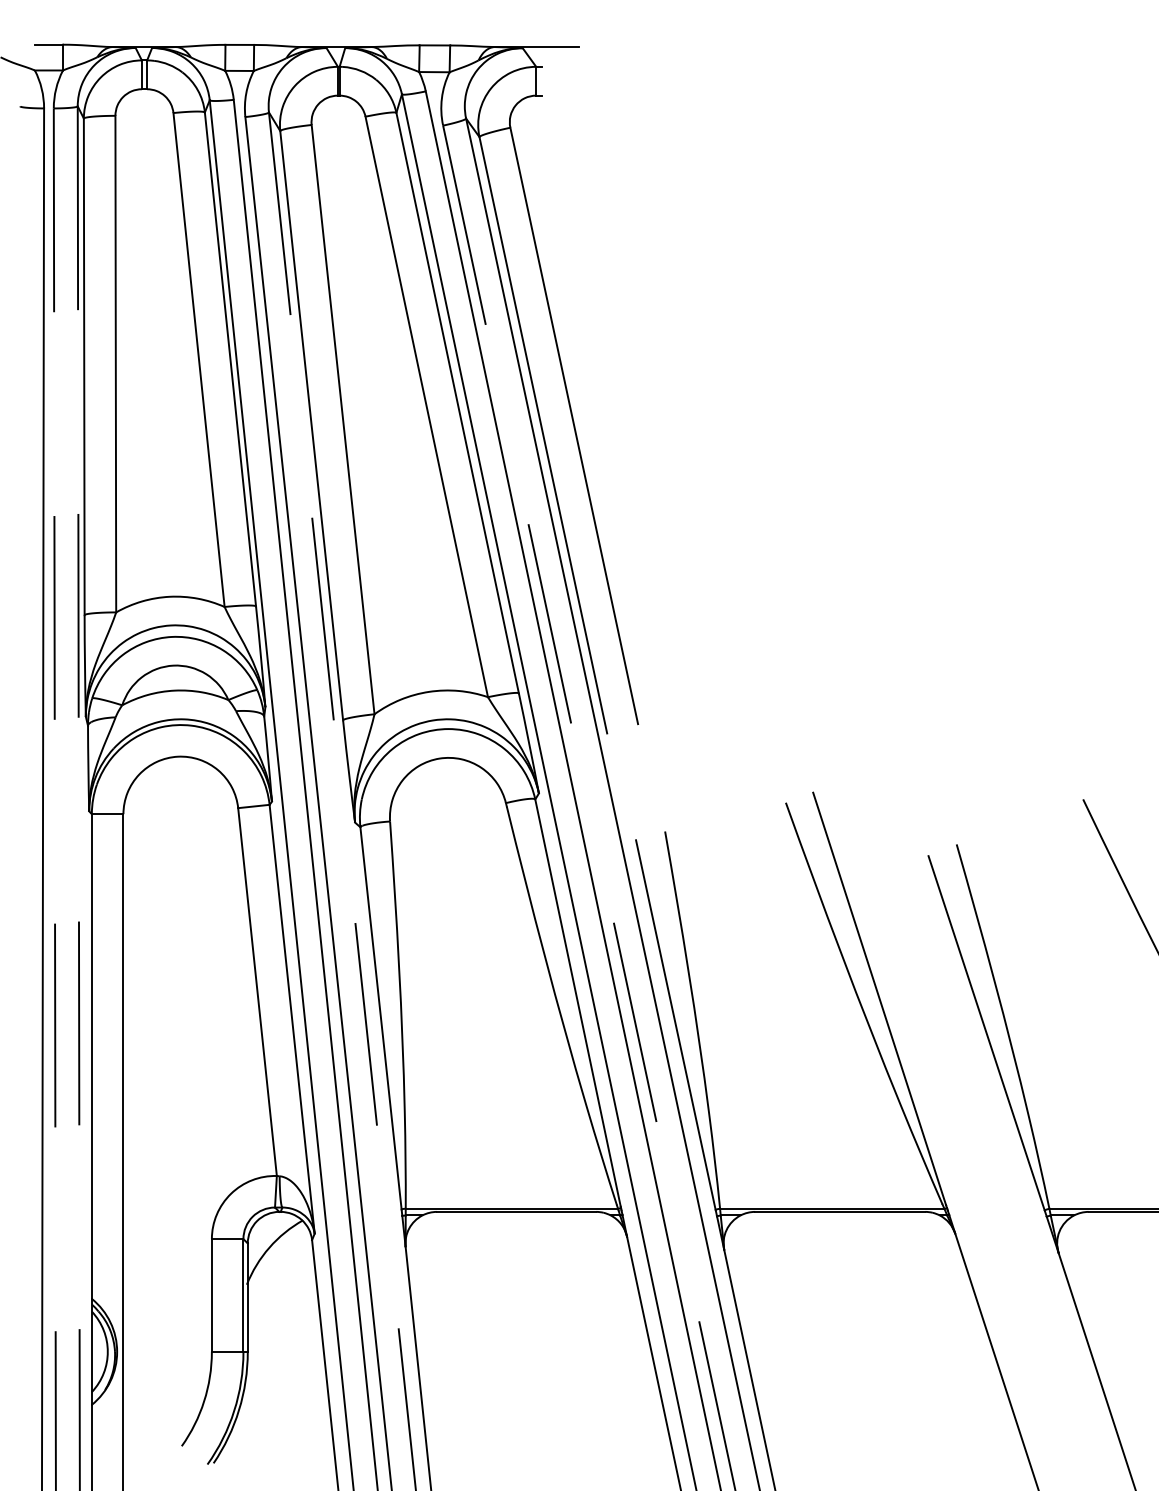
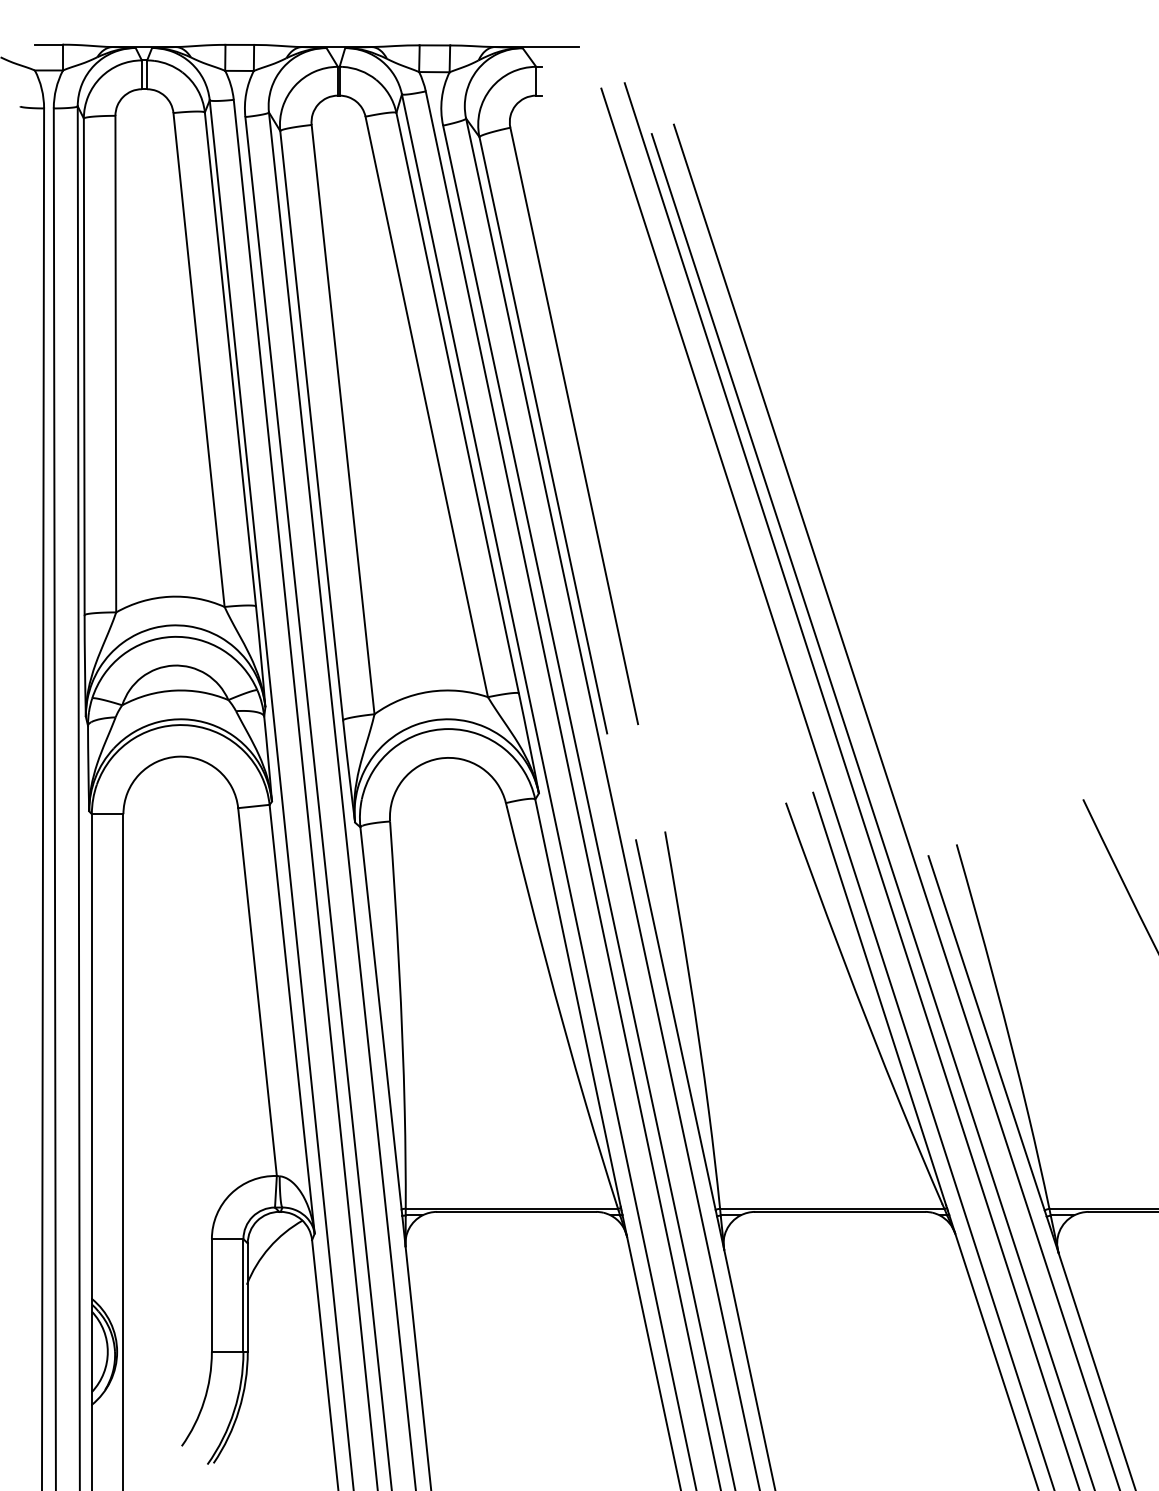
line at (851, 785): none -> present
line at (827, 787): none -> present
line at (78, 799): dashed -> solid
line at (54, 800): dashed -> solid
line at (342, 802): dashed -> solid
line at (895, 805): none -> present
line at (589, 808): dashed -> solid
line at (872, 810): none -> present
